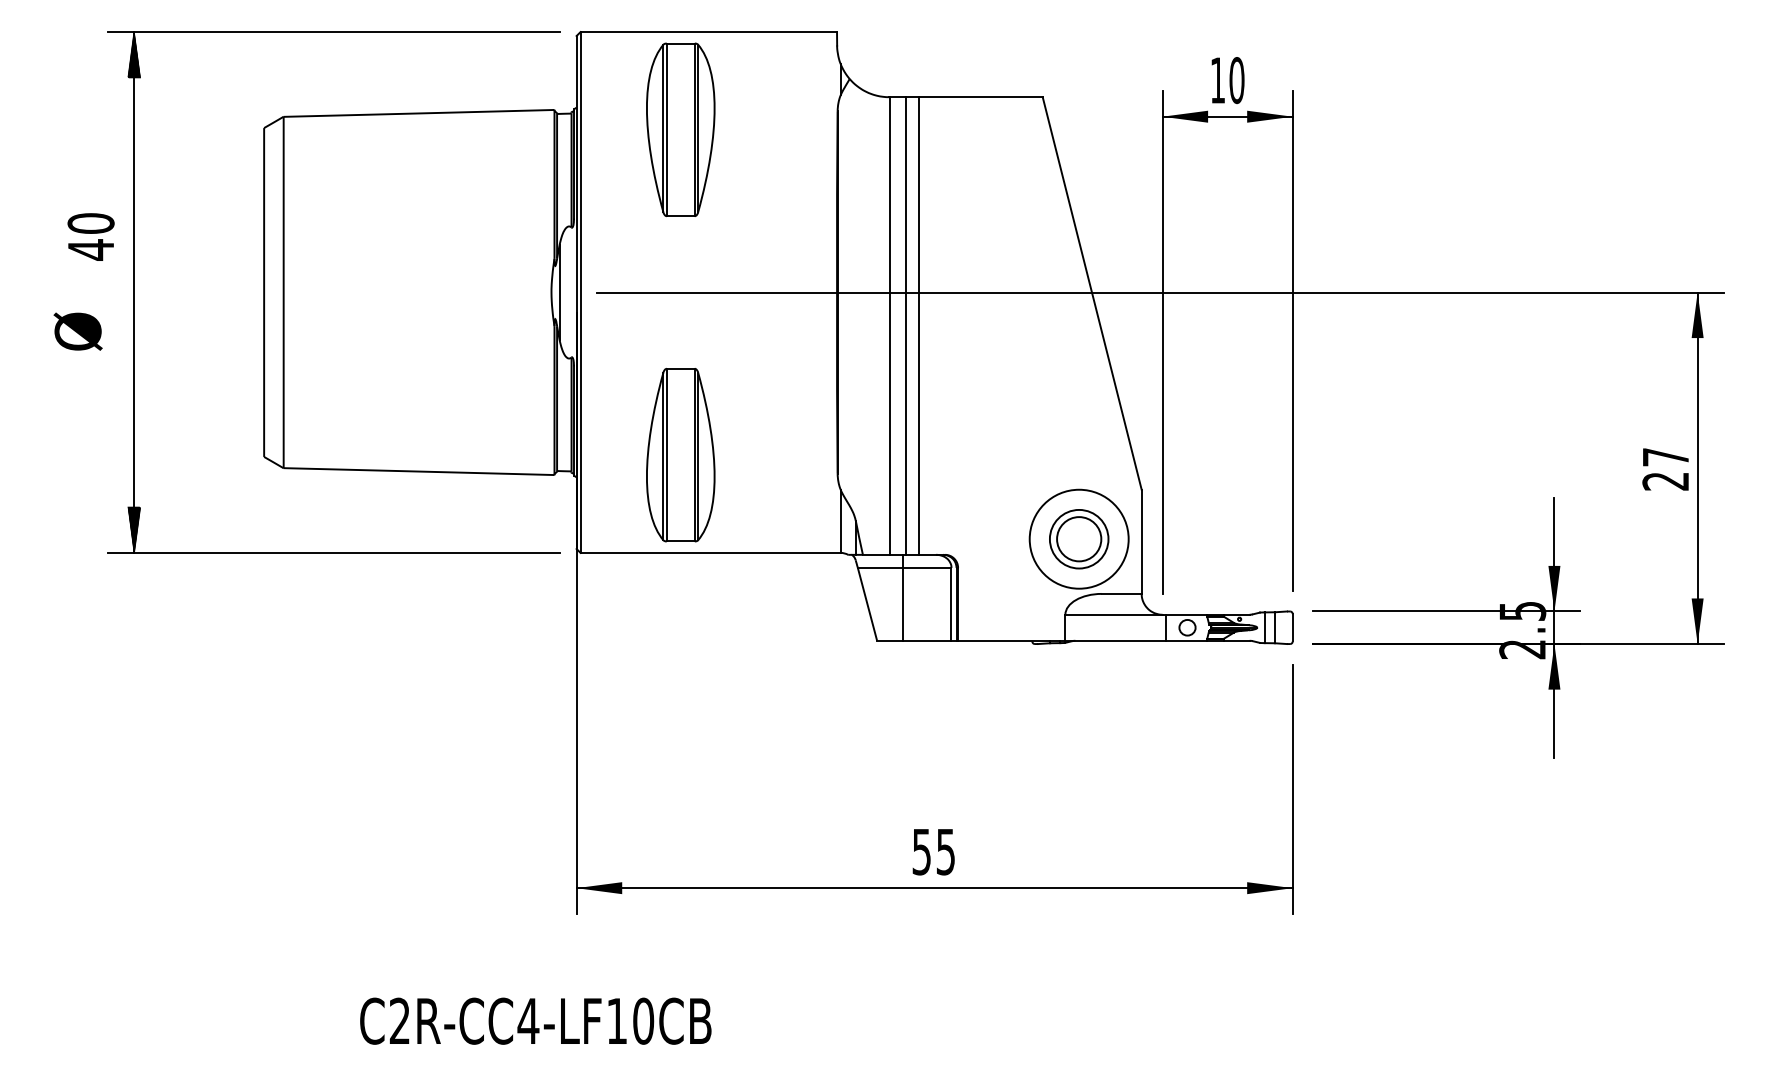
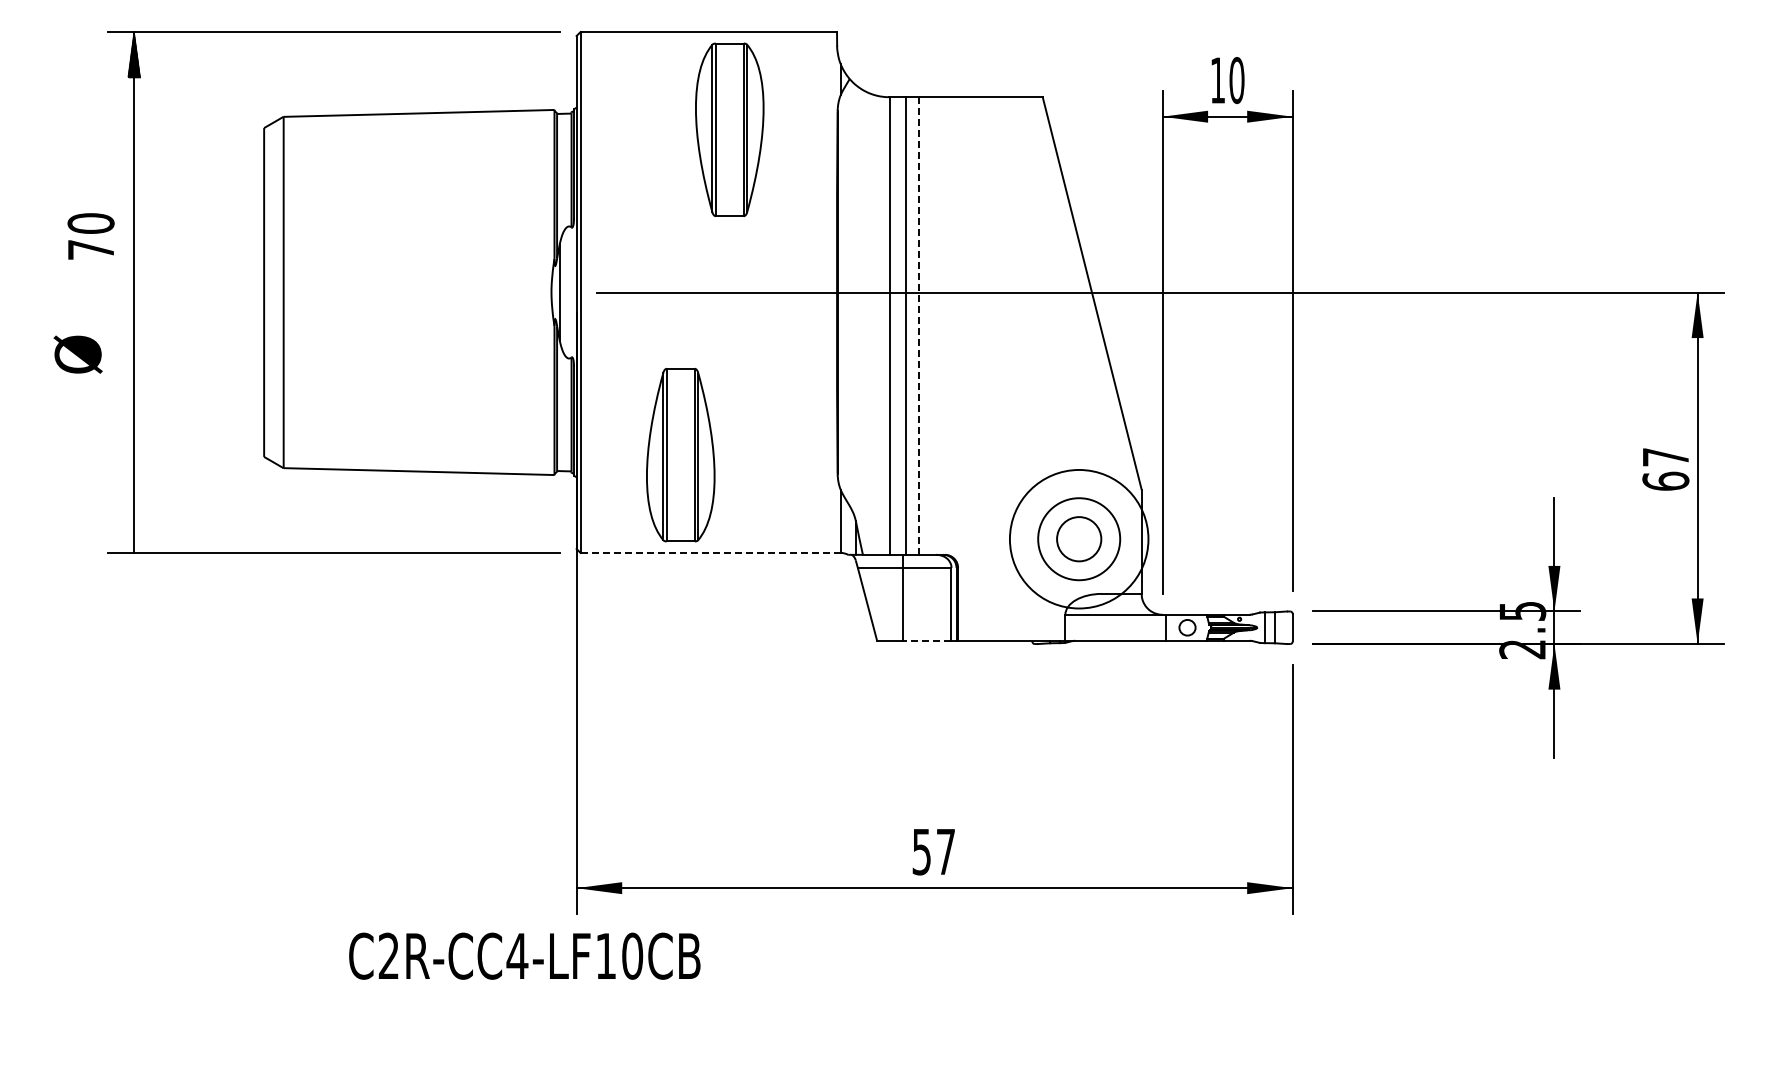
part at (680, 129) position: (680, 129) -> (729, 129)
text at (90, 249): 40 -> 70
line at (919, 326): solid -> dashed
text at (77, 331) position: (77, 331) -> (77, 354)
text at (1665, 480): 27 -> 67
hatch at (134, 529): present -> none
circle at (1078, 538) diameter: 59 px -> 82 px
circle at (1078, 538) diameter: 99 px -> 139 px
line at (711, 552): solid -> dashed
line at (926, 640): solid -> dashed
text at (945, 852): 55 -> 57
text at (535, 1020) position: (535, 1020) -> (524, 955)
